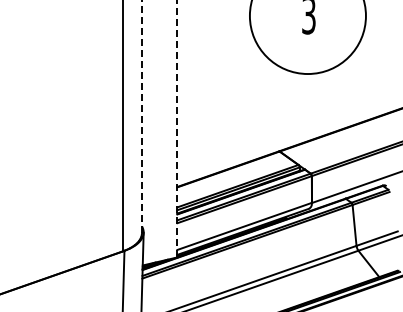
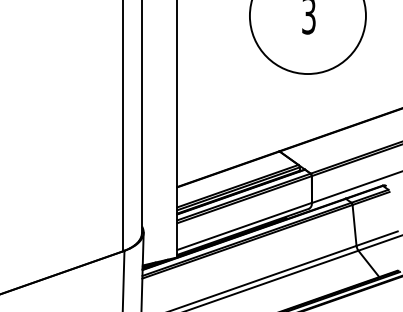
line at (142, 116): dashed -> solid
line at (177, 128): dashed -> solid
